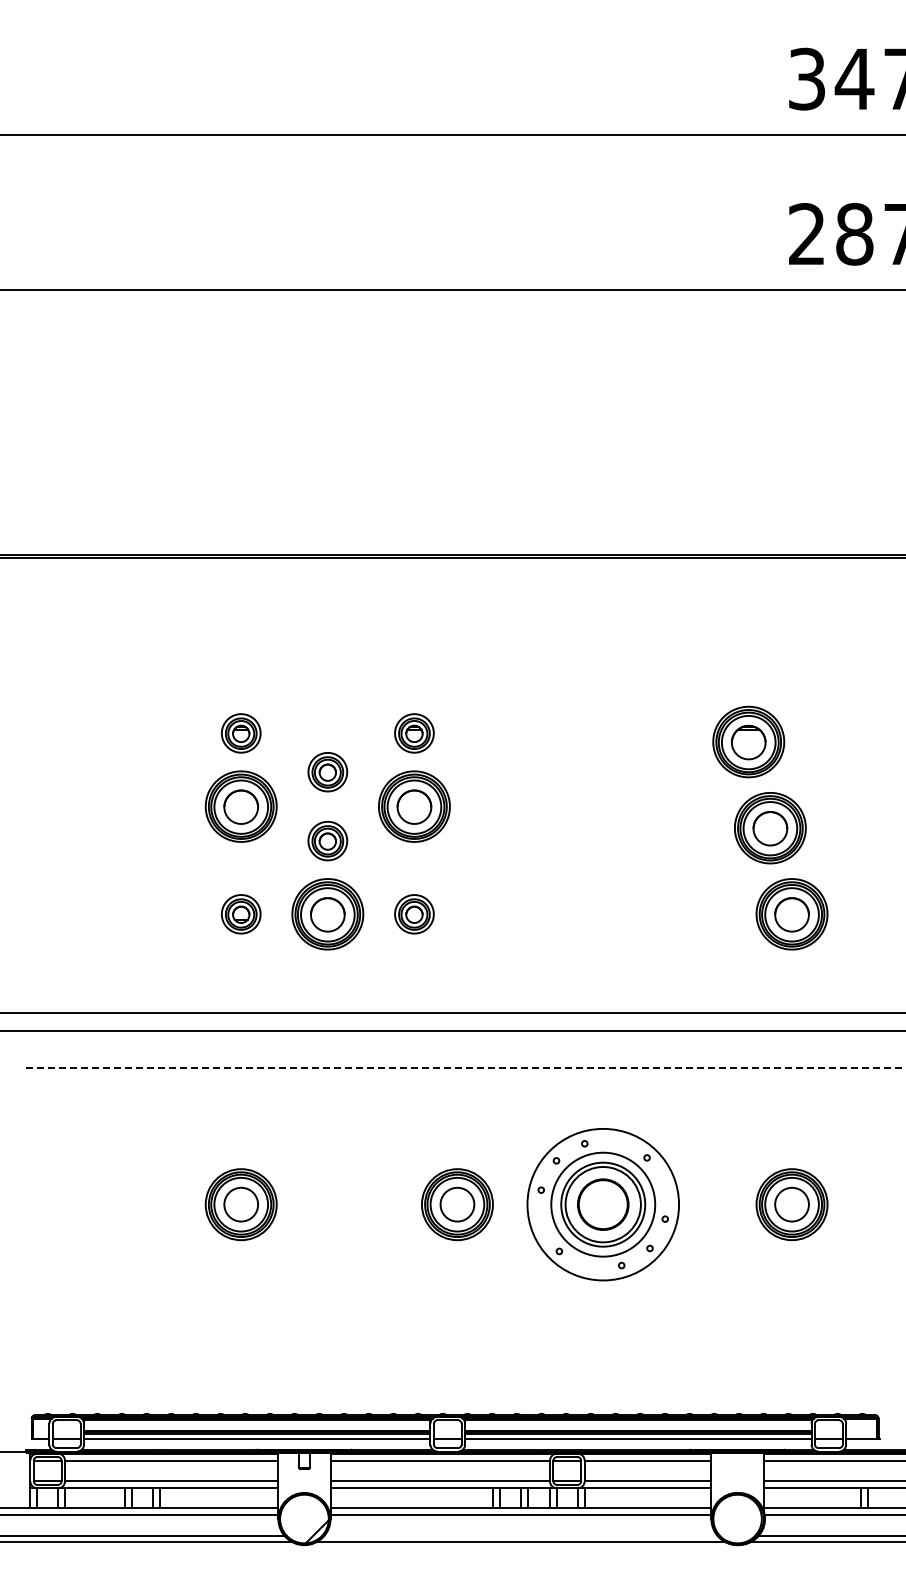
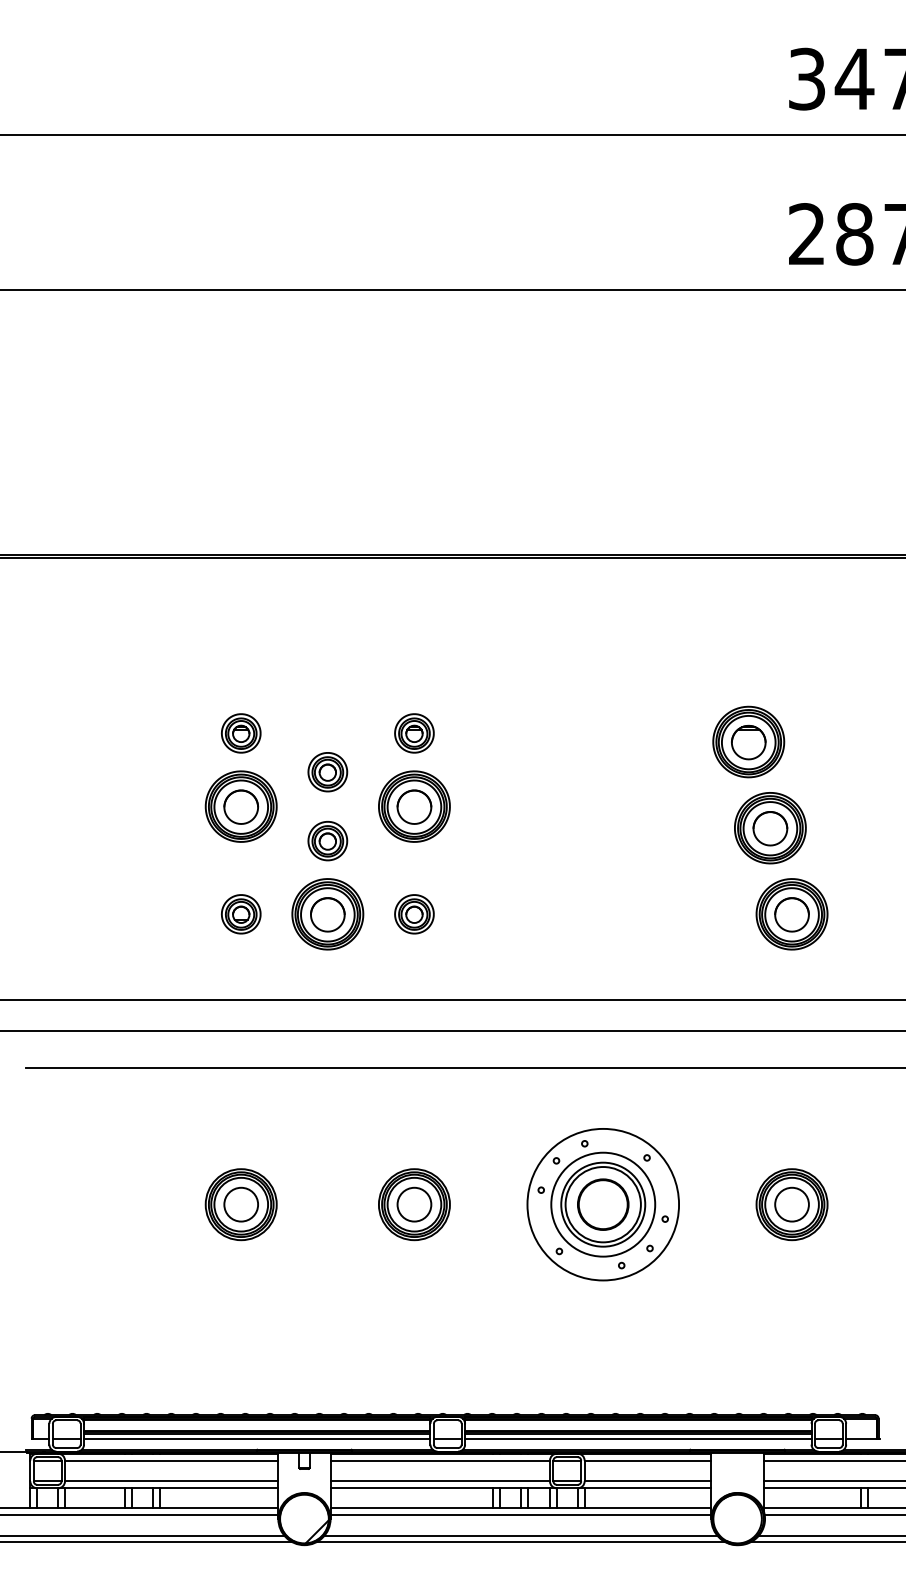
line at (452, 1013) position: (452, 1013) -> (452, 1000)
line at (465, 1067): dashed -> solid
part at (457, 1204) position: (457, 1204) -> (414, 1204)
line at (520, 1535): none -> present
